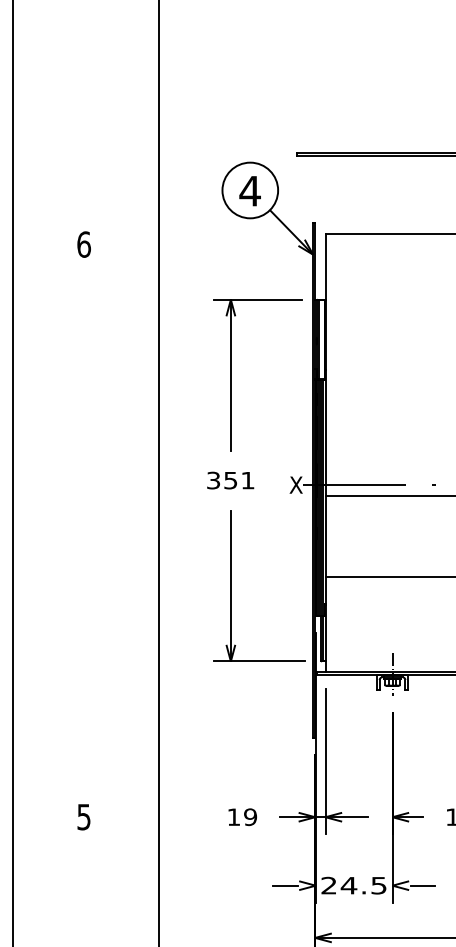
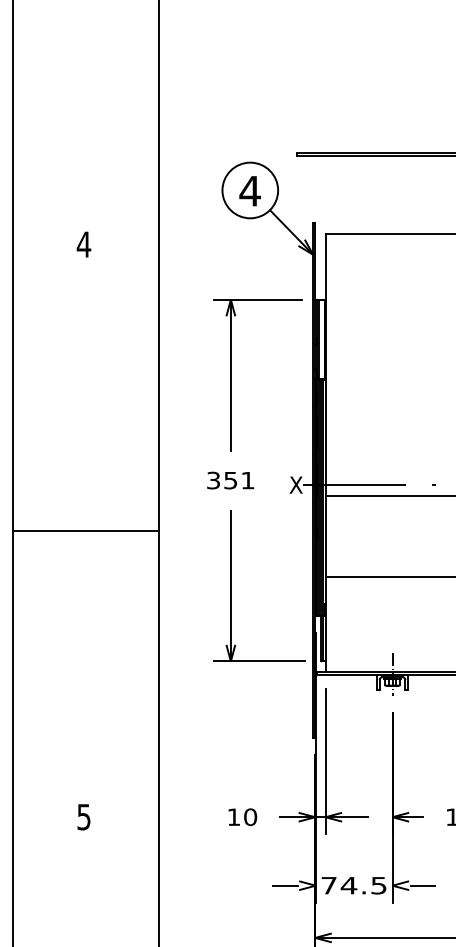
text at (83, 244): 6 -> 4
line at (86, 530): none -> present
text at (250, 817): 19 -> 10
text at (328, 885): 24.5 -> 74.5
